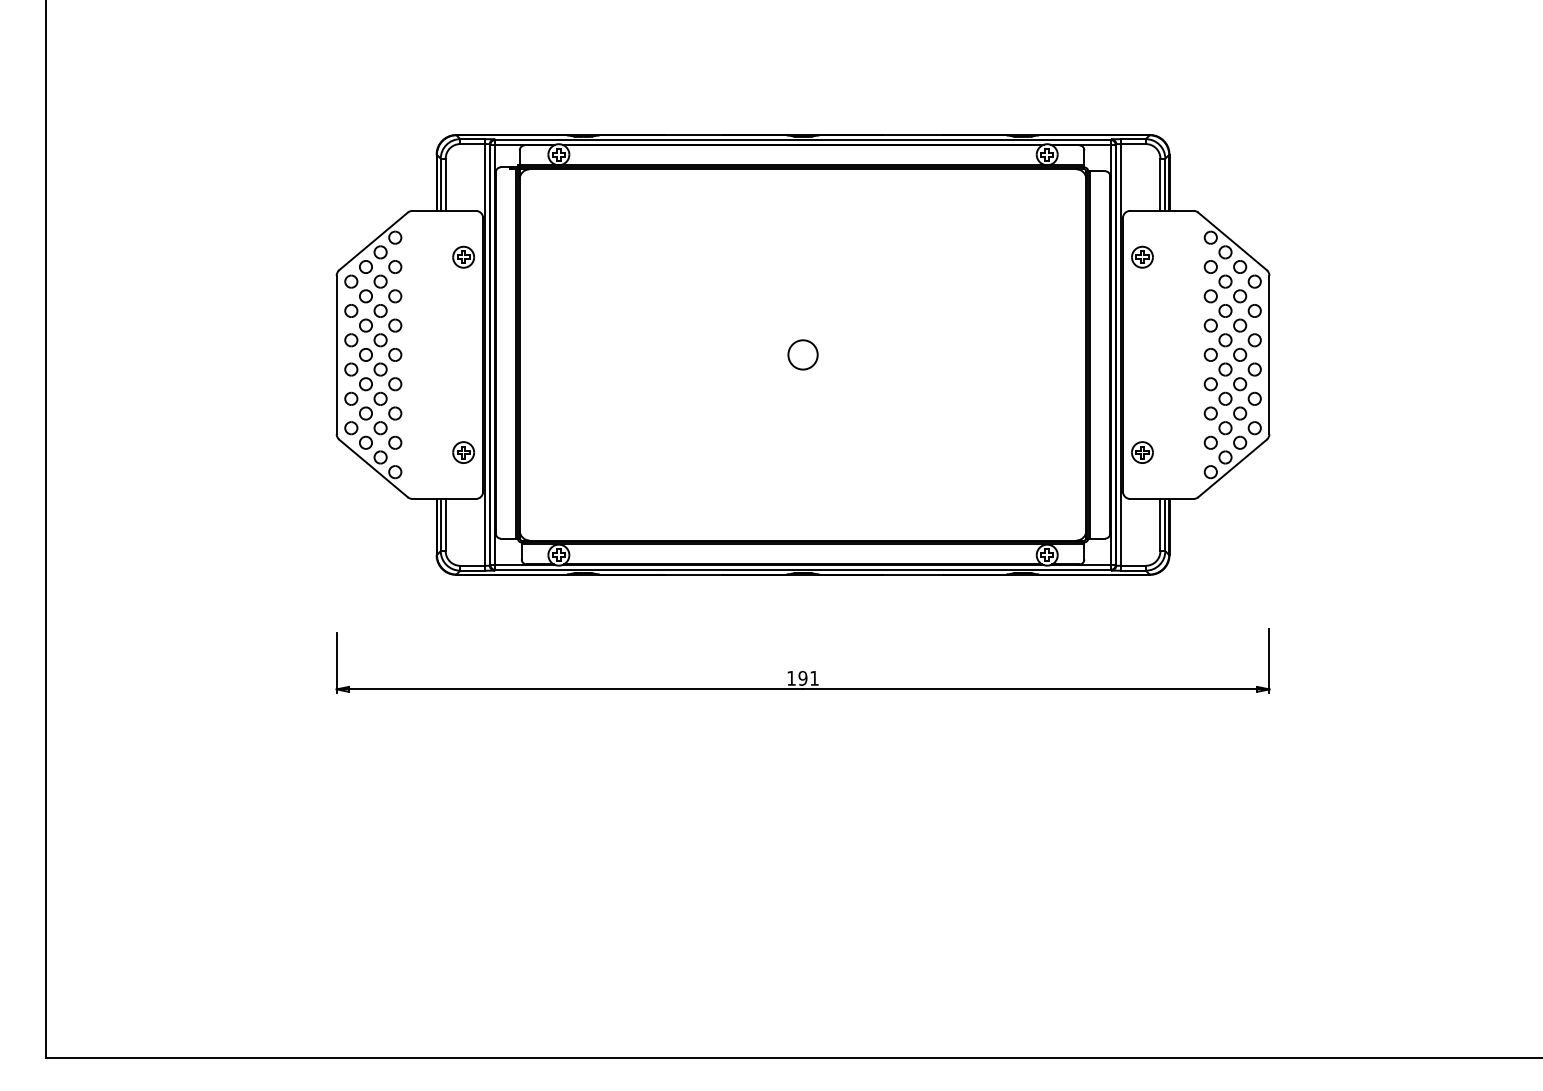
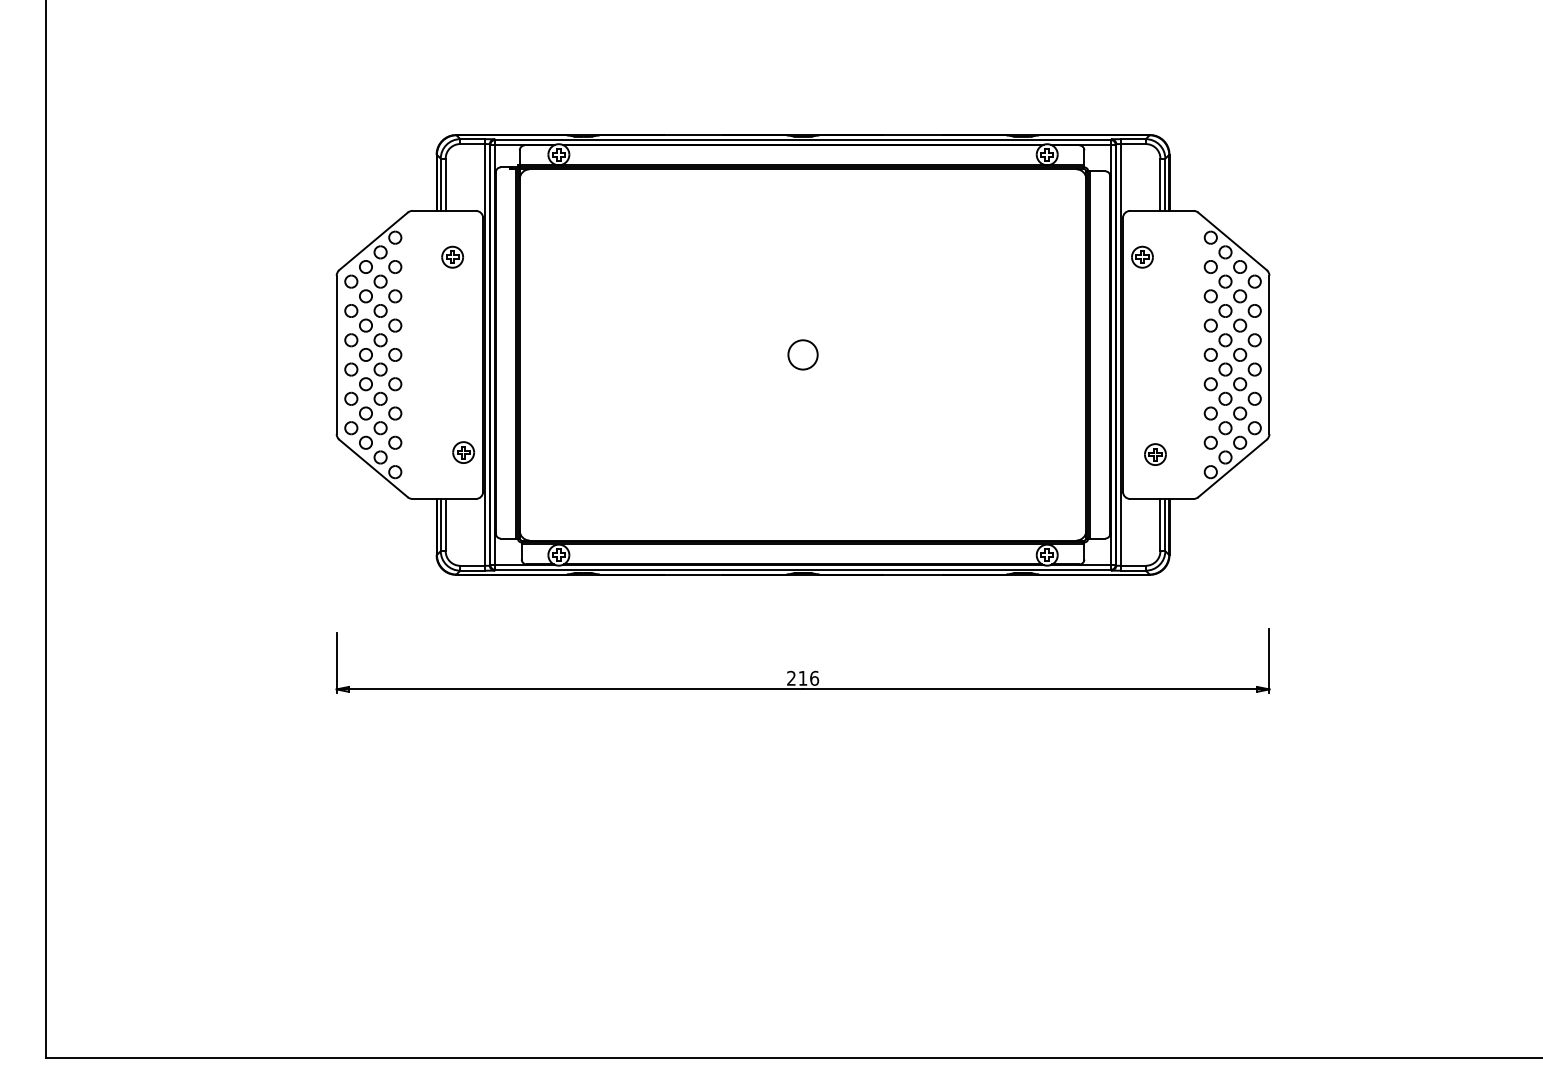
part at (463, 256) position: (463, 256) -> (452, 256)
part at (1142, 452) position: (1142, 452) -> (1155, 454)
text at (803, 677): 191 -> 216
